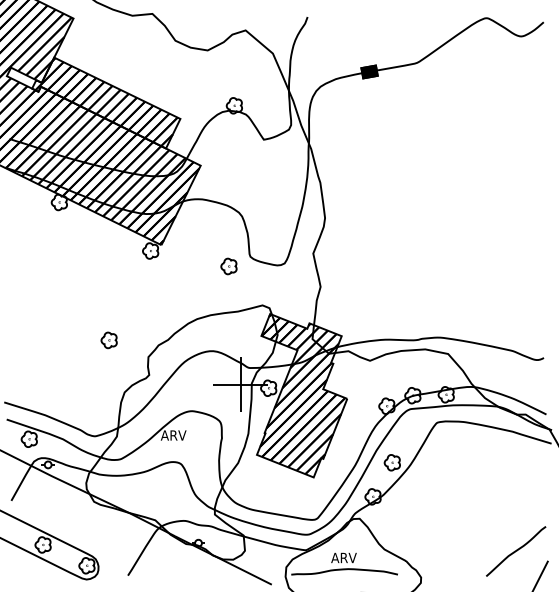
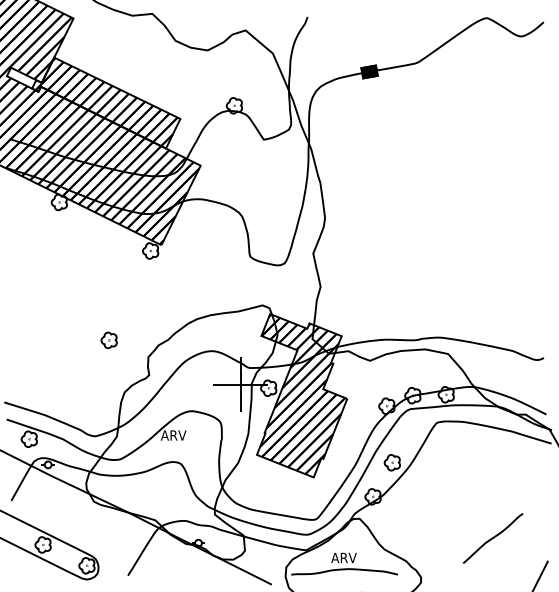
part at (228, 266): present -> none
curve at (516, 551) position: (516, 551) -> (493, 538)
